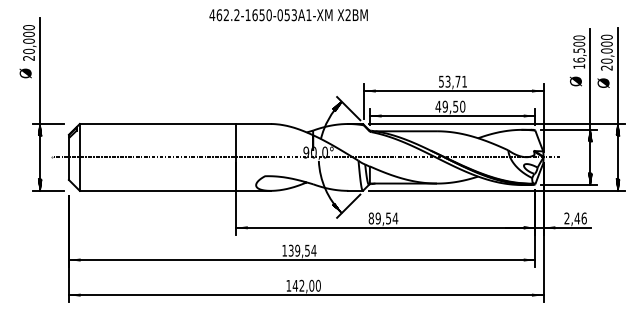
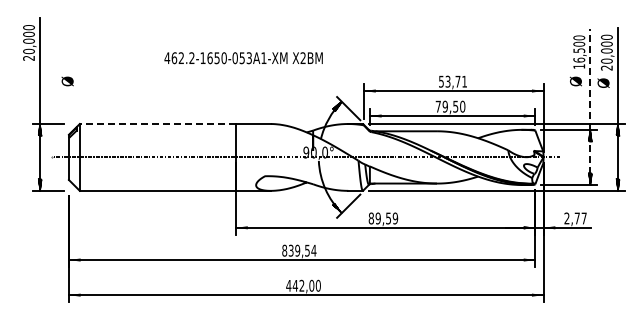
text at (288, 15) position: (288, 15) -> (243, 58)
text at (25, 73) position: (25, 73) -> (67, 81)
text at (438, 106): 49,50 -> 79,50
line at (590, 106): solid -> dashed
line at (157, 124): solid -> dashed
text at (395, 218): 89,54 -> 89,59
text at (580, 218): 2,46 -> 2,77
text at (284, 250): 139,54 -> 839,54
text at (288, 285): 142,00 -> 442,00
